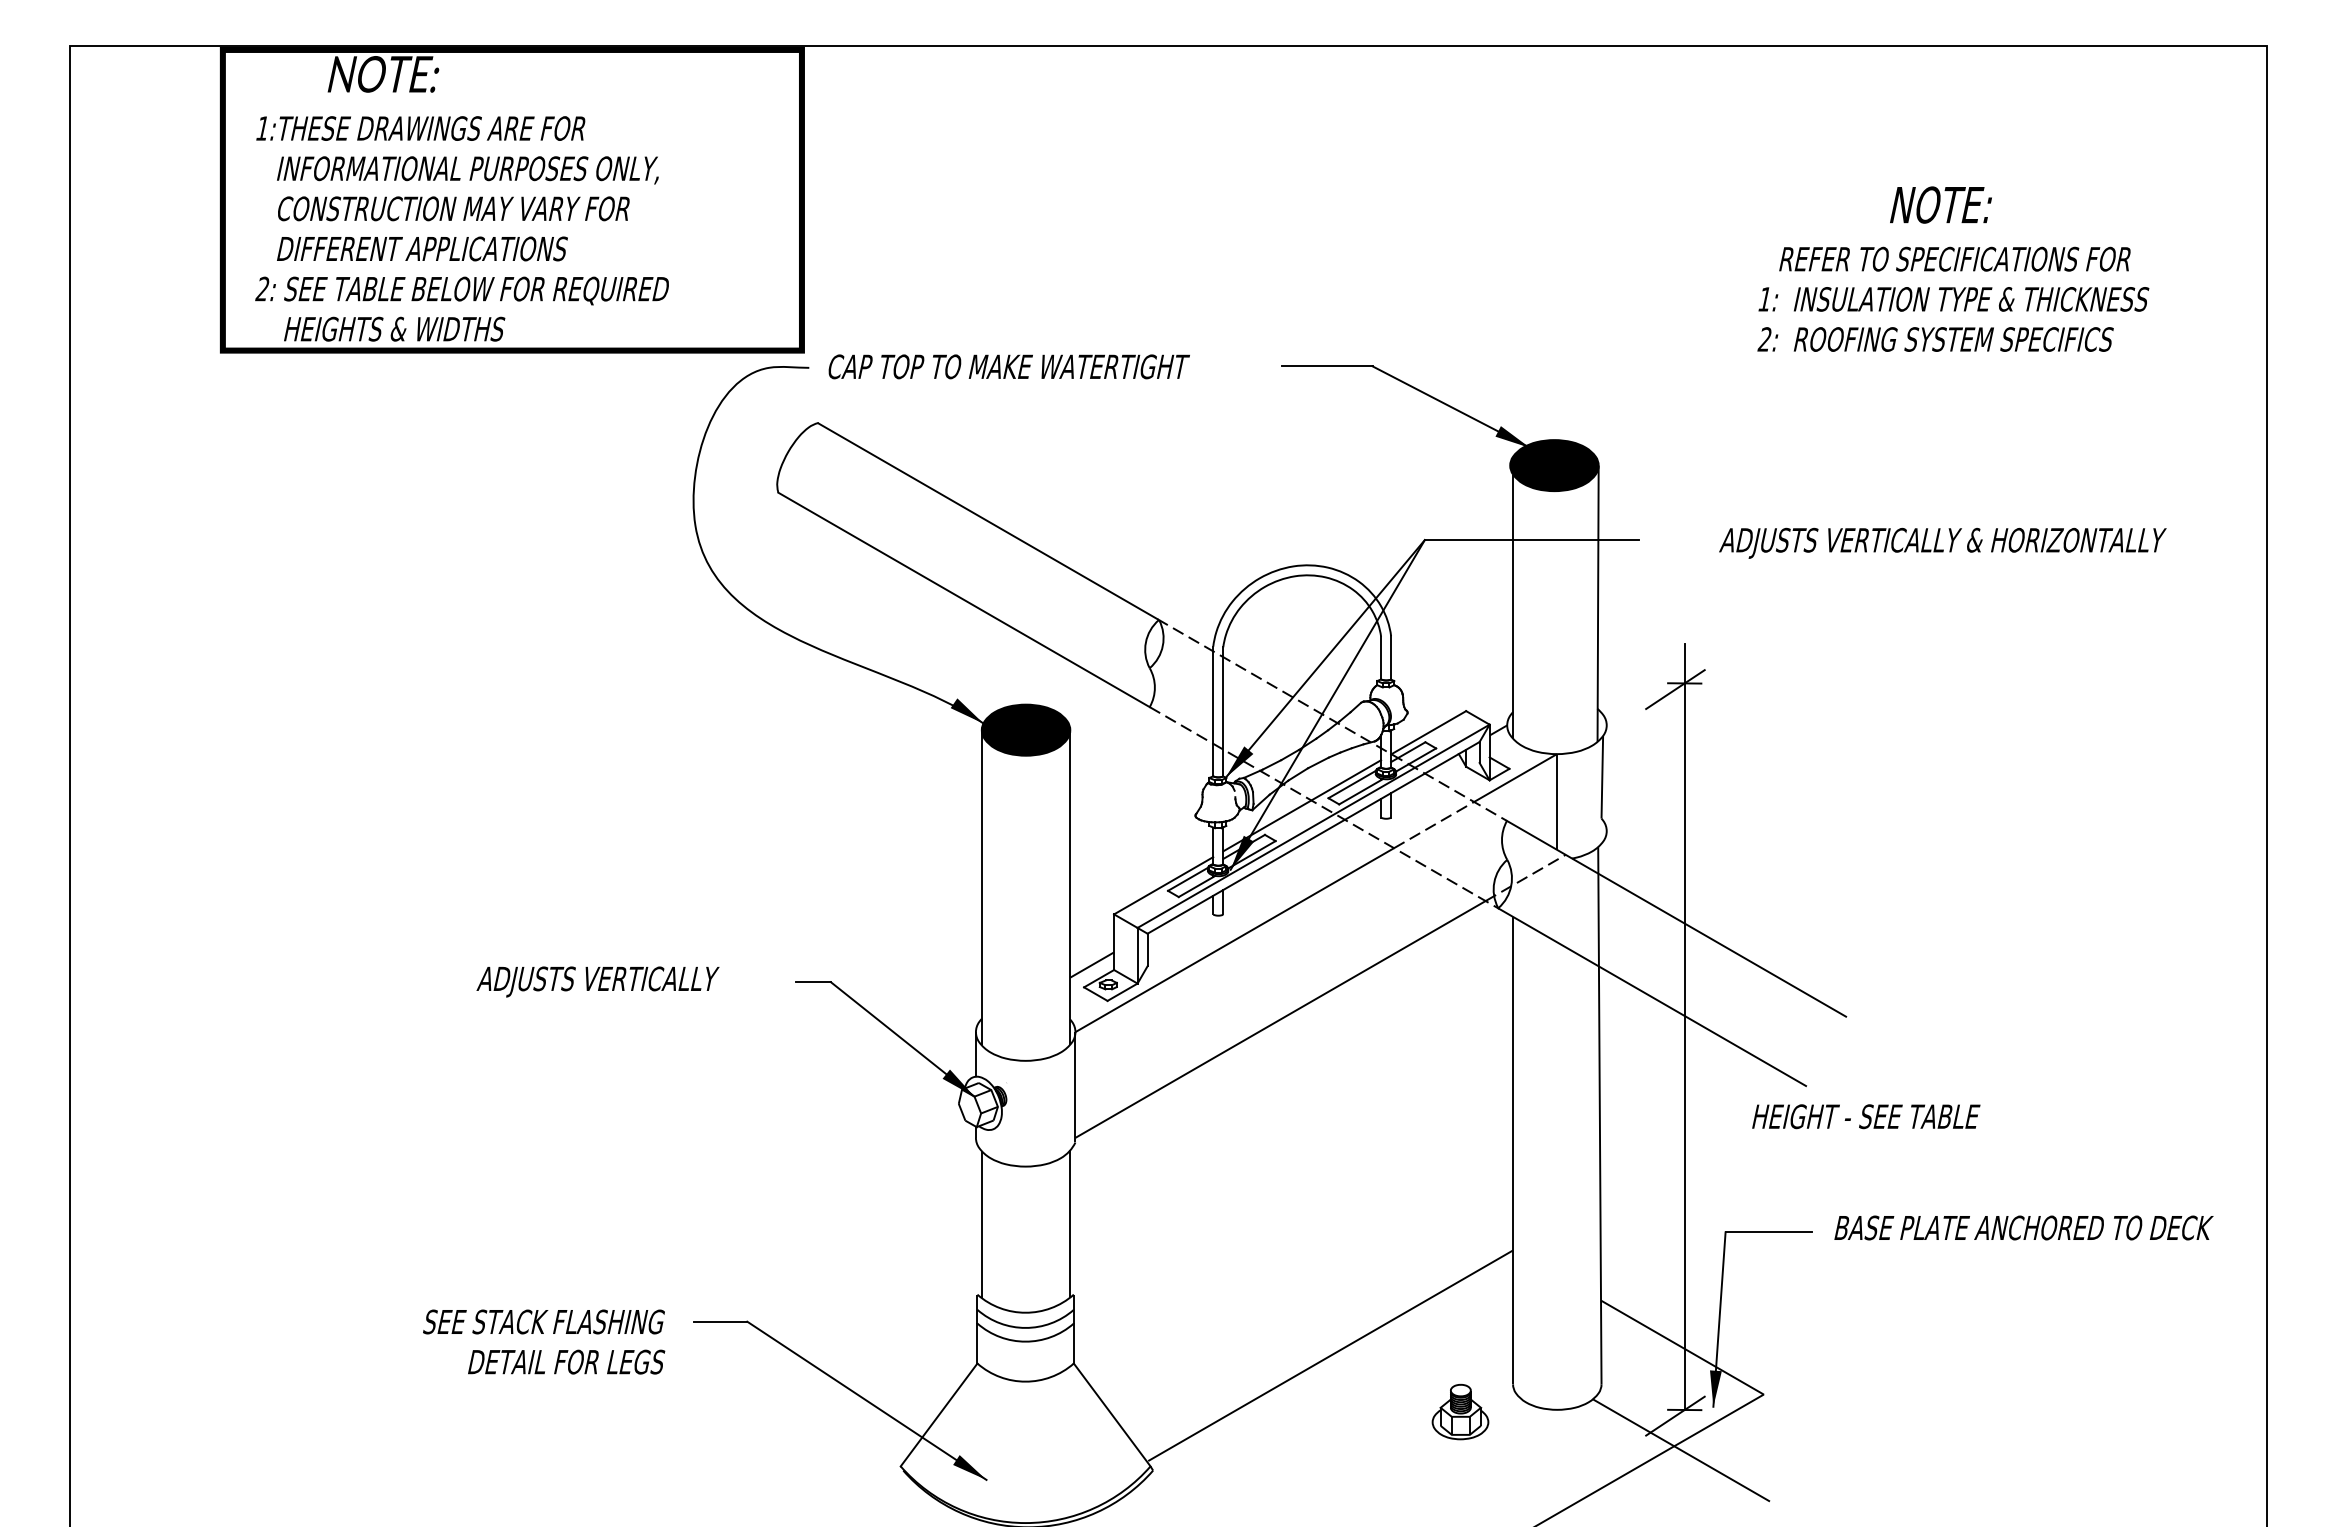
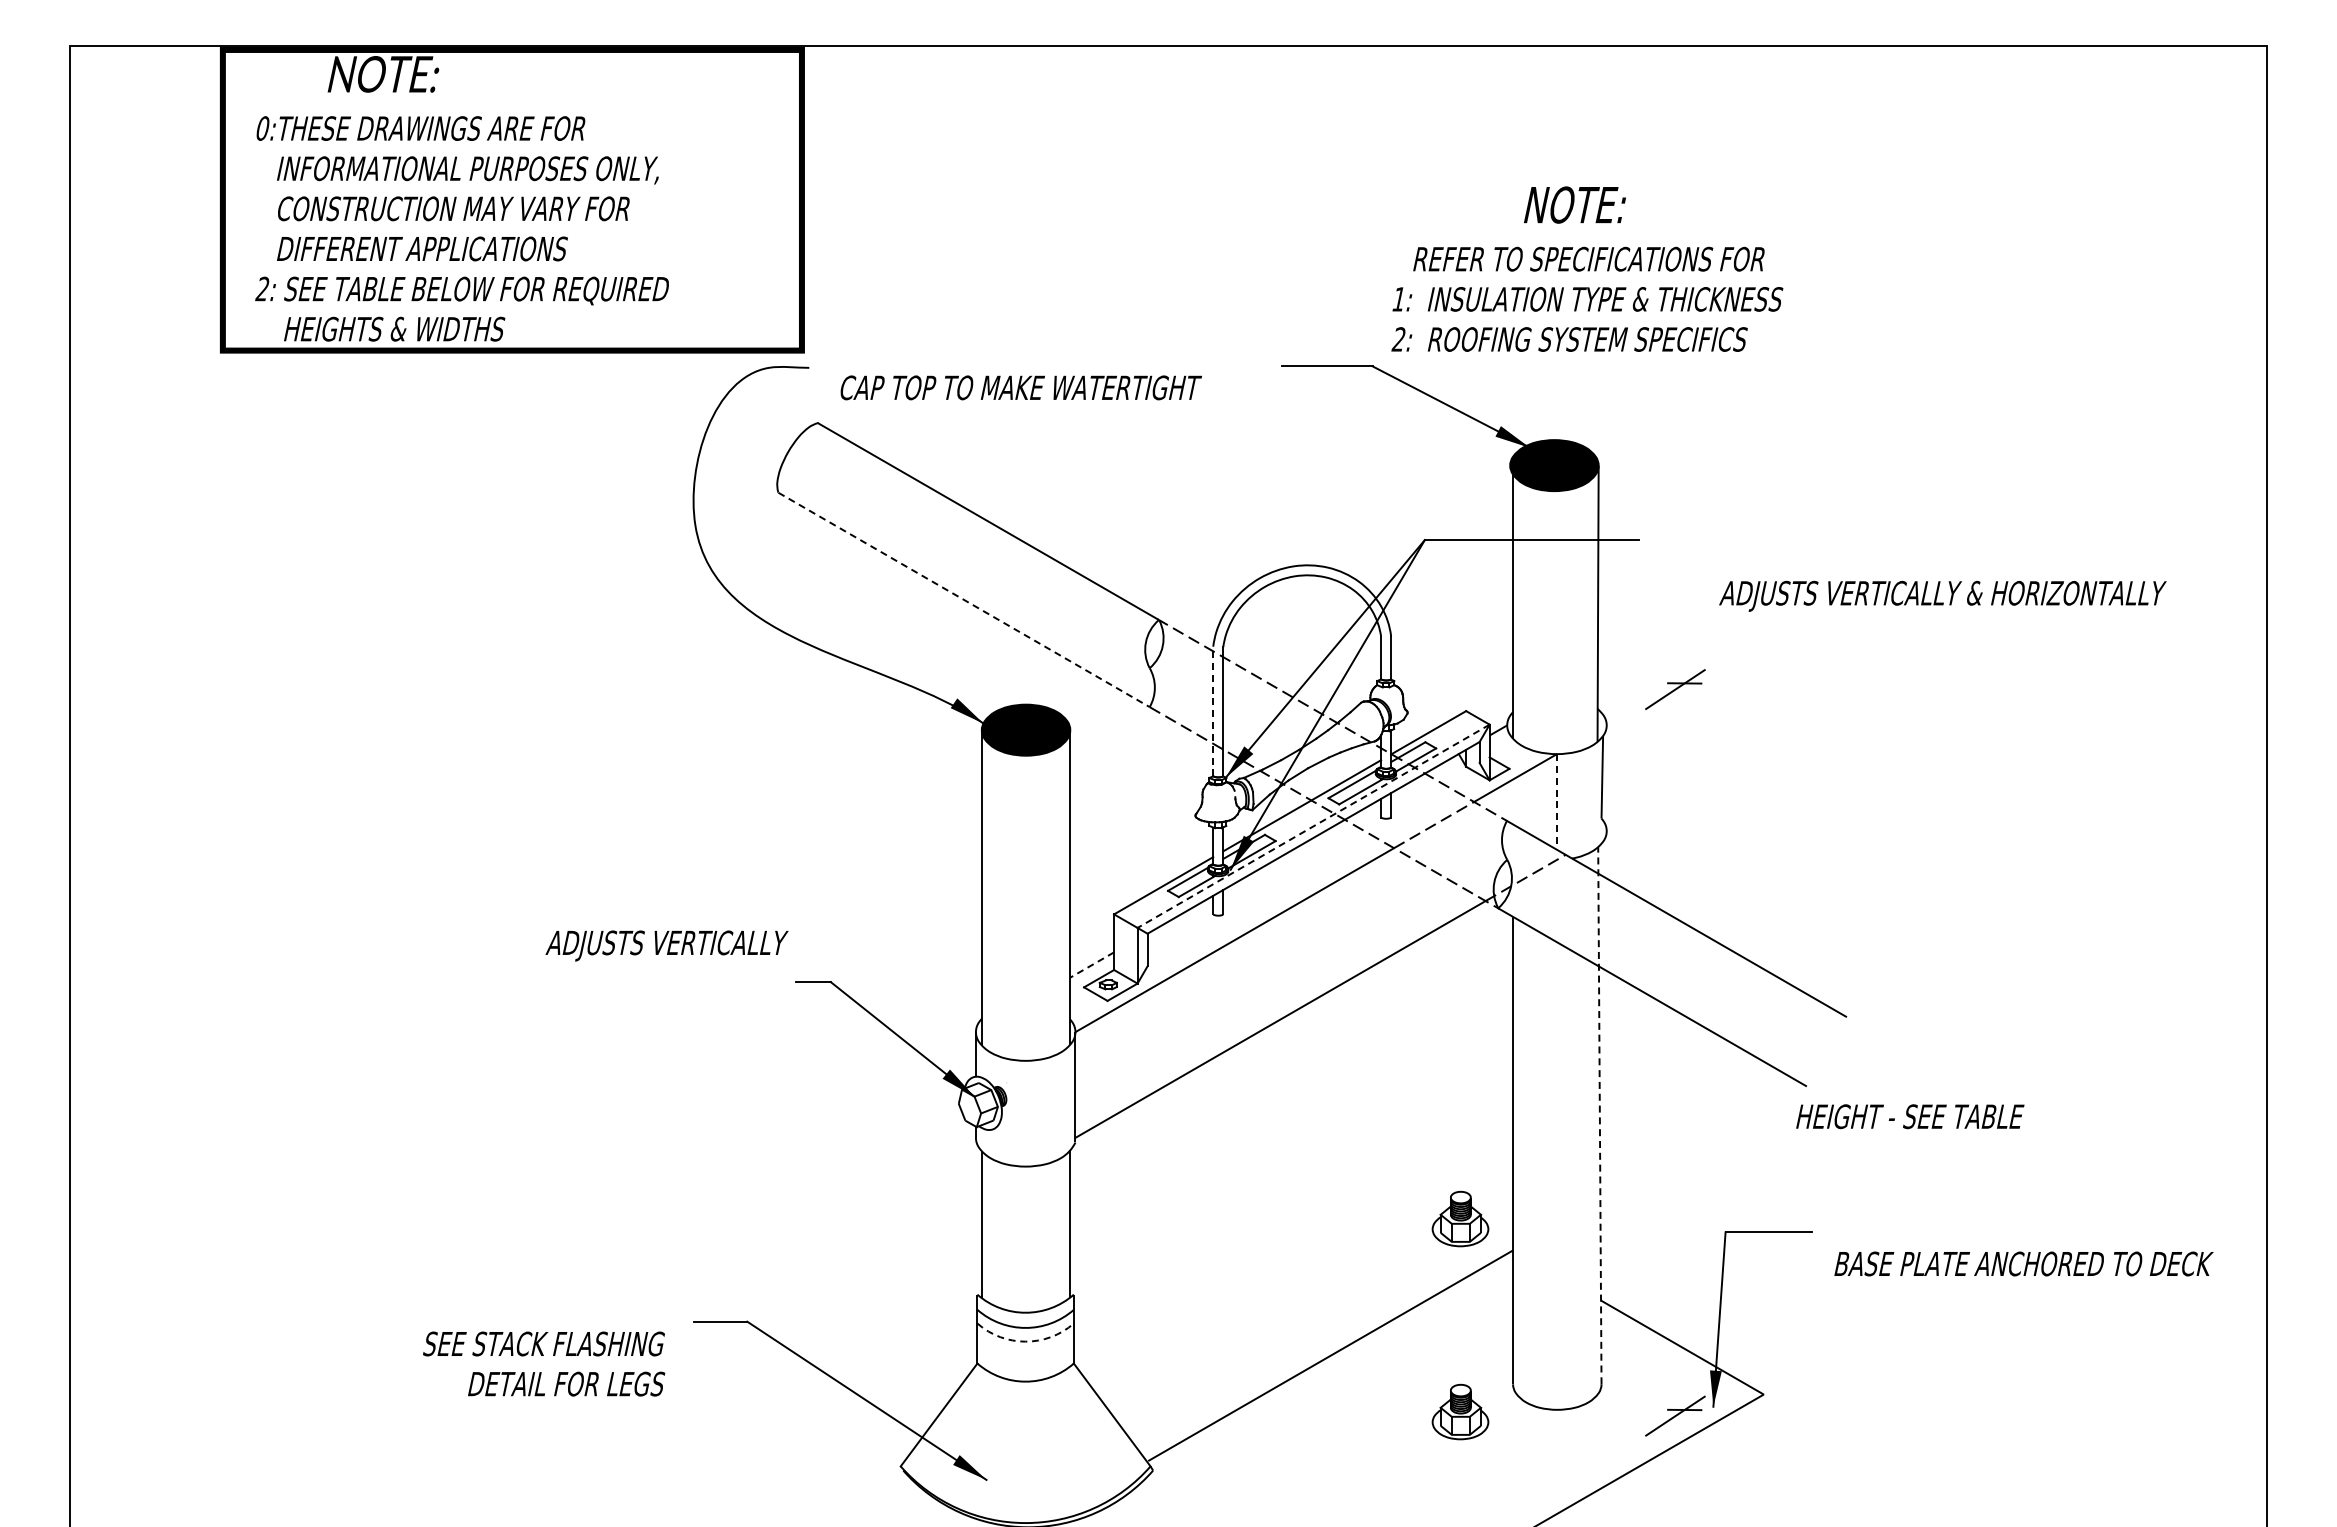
text at (262, 128): 1:THESE -> 0:THESE
text at (1953, 268) position: (1953, 268) -> (1587, 268)
text at (1008, 366) position: (1008, 366) -> (1020, 387)
text at (1942, 542) position: (1942, 542) -> (1942, 595)
line at (964, 600): solid -> dashed
line at (1213, 711): solid -> dashed
line at (1556, 801): solid -> dashed
line at (1313, 826): solid -> dashed
line at (1091, 965): solid -> dashed
text at (597, 981) position: (597, 981) -> (666, 945)
line at (1684, 1026): present -> none
line at (1599, 1115): solid -> dashed
text at (1866, 1116) position: (1866, 1116) -> (1910, 1116)
part at (1460, 1218): none -> present
text at (2023, 1227) position: (2023, 1227) -> (2023, 1263)
text at (544, 1341) position: (544, 1341) -> (544, 1363)
arc at (1025, 1341): solid -> dashed
line at (1681, 1450): present -> none
